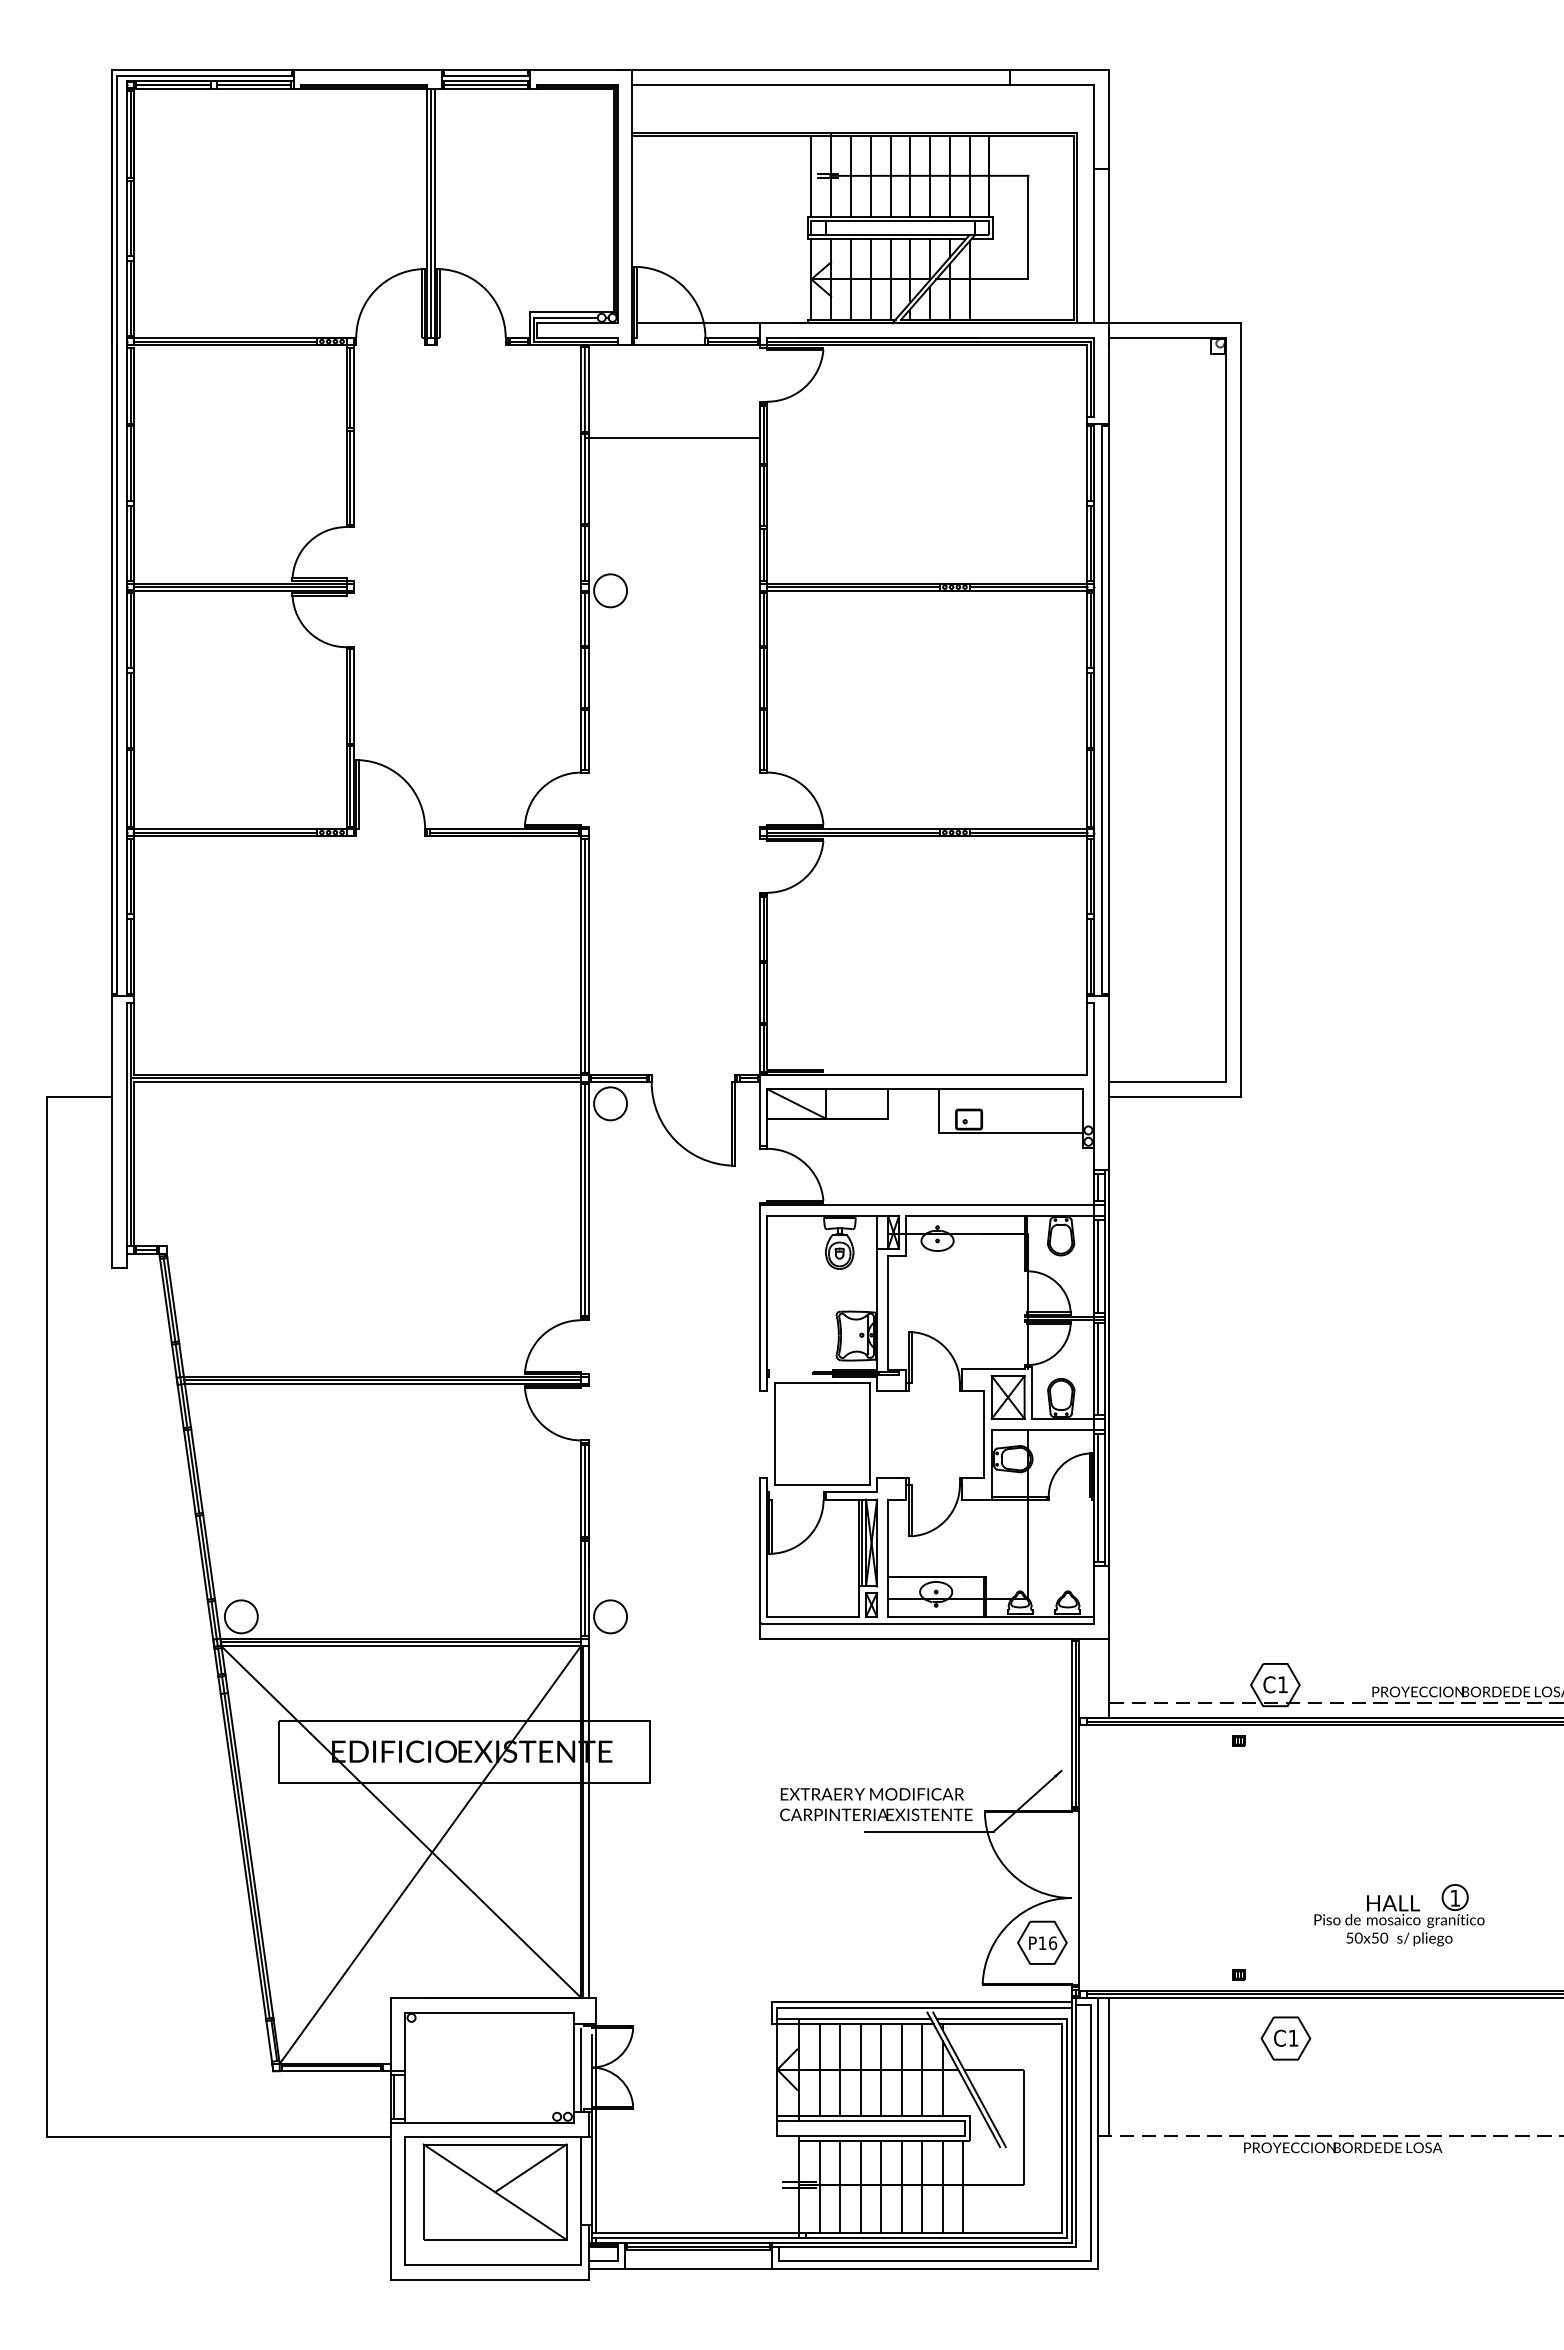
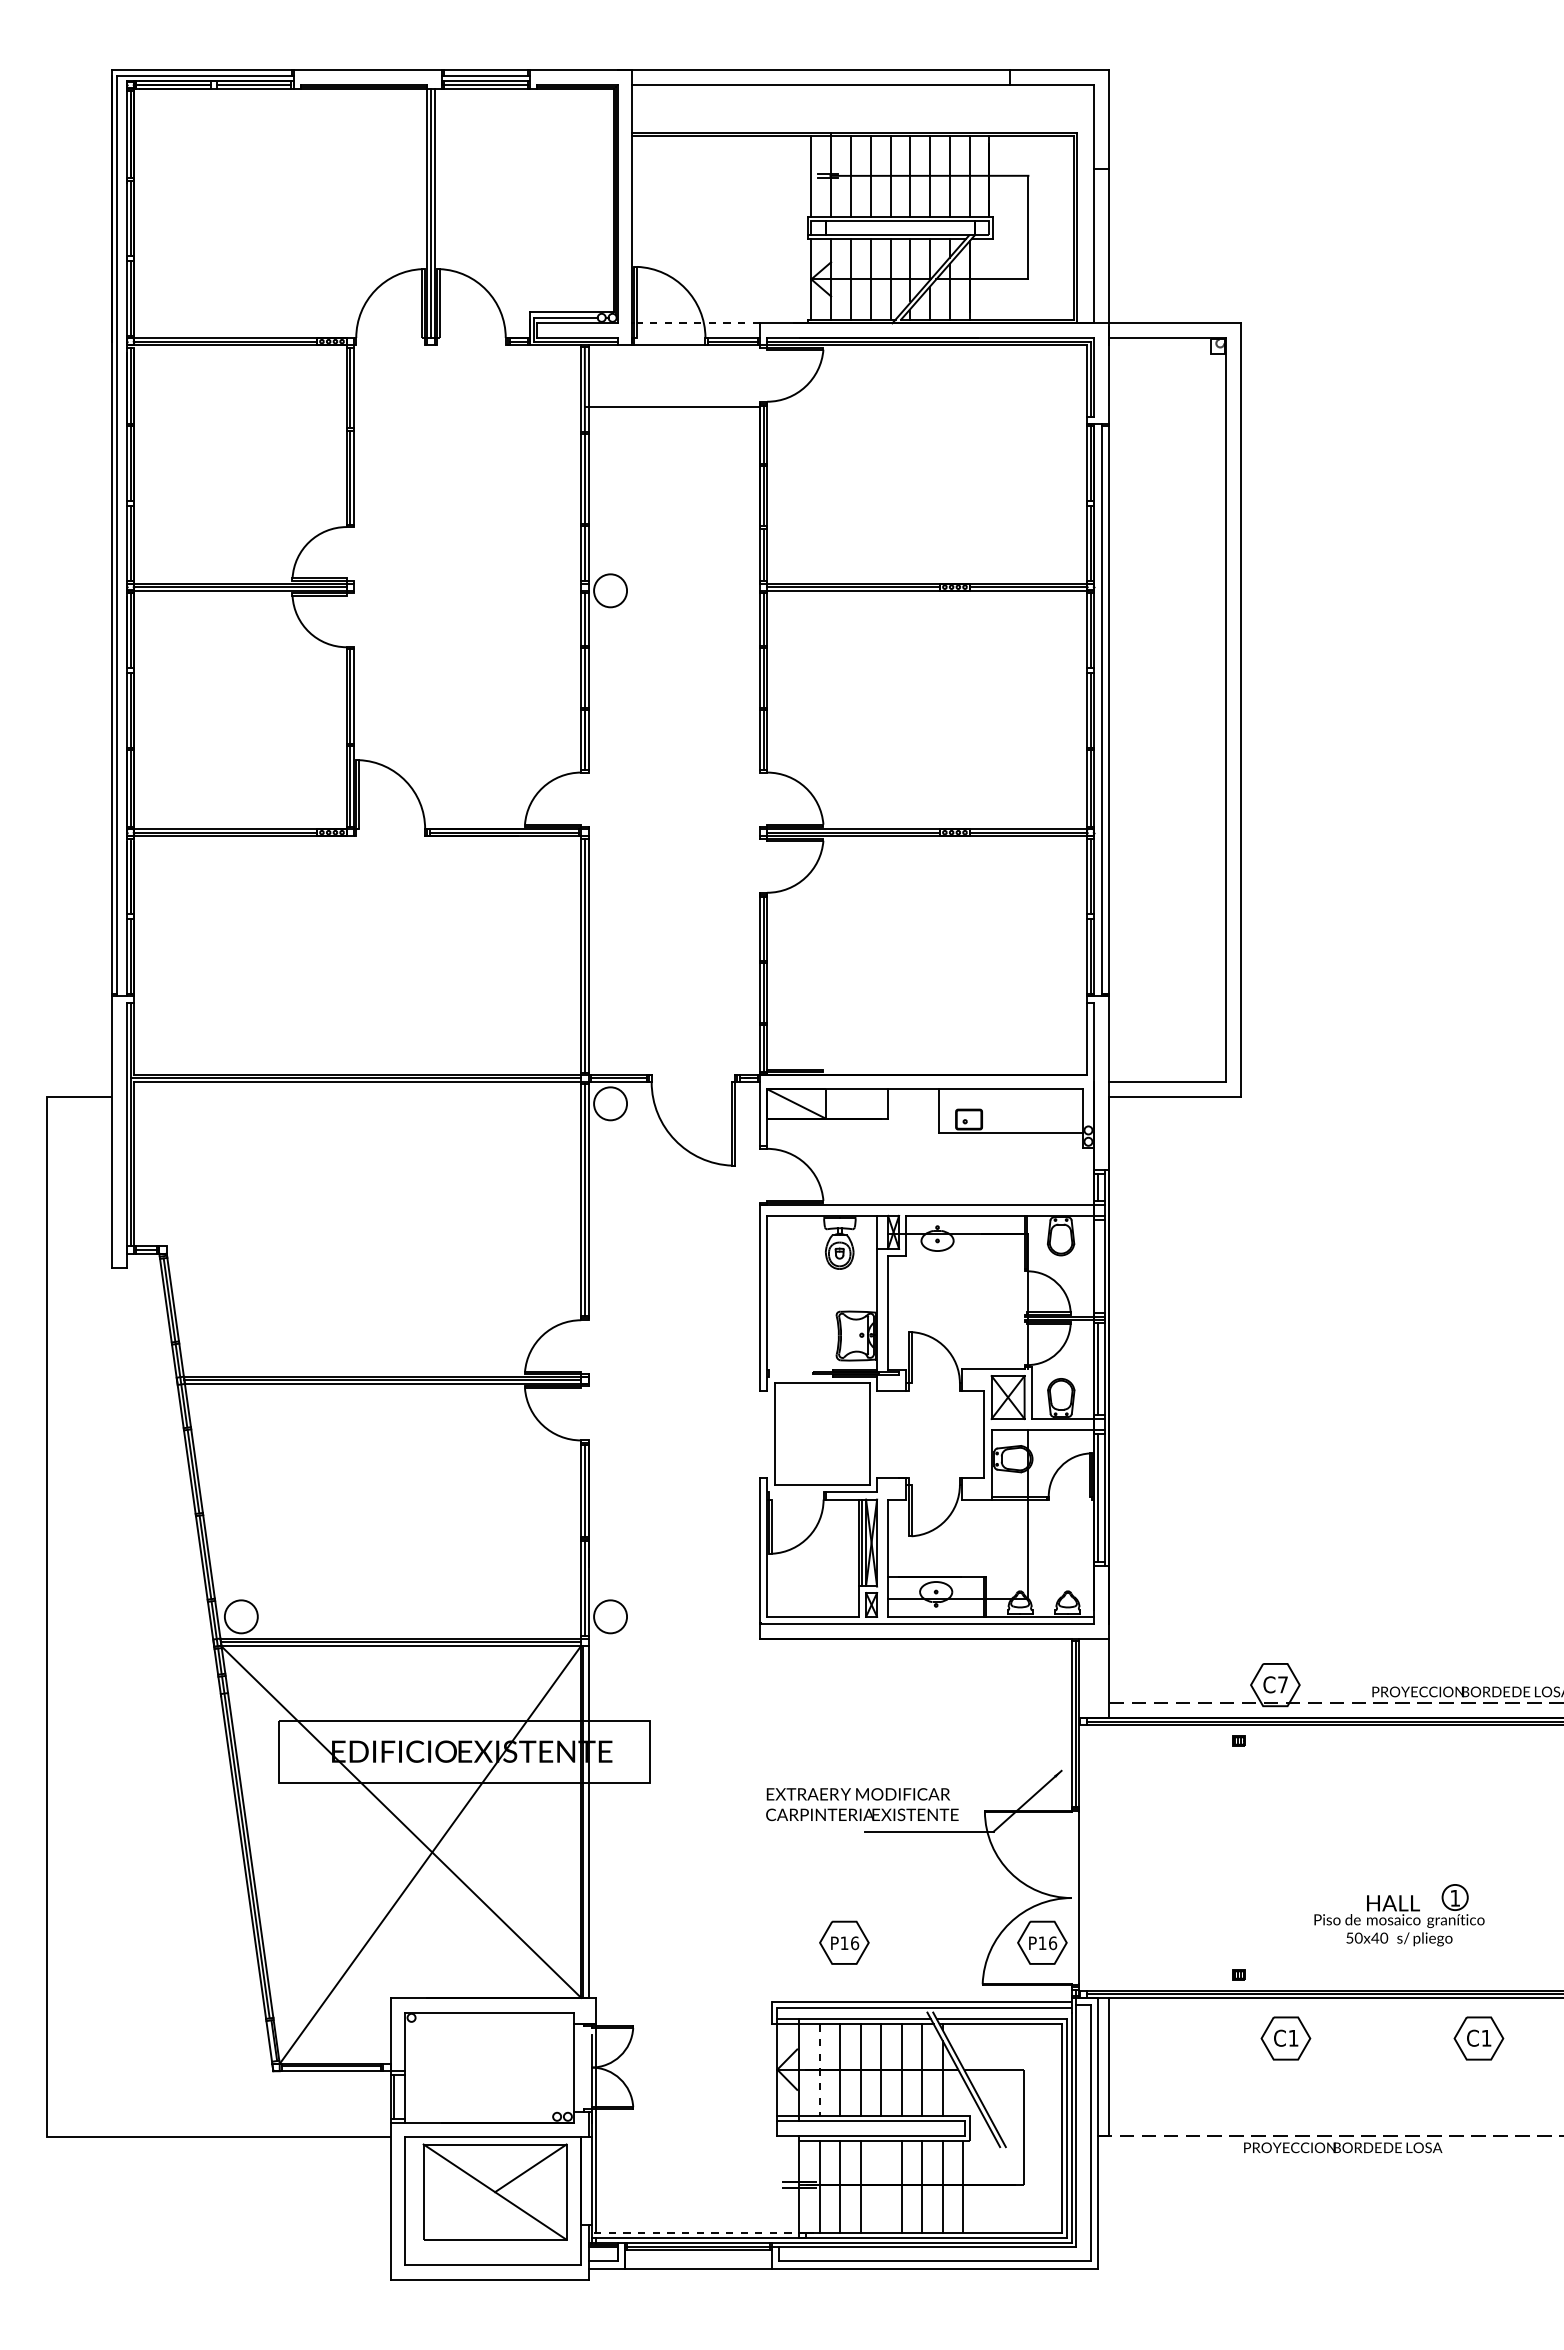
line at (698, 323): solid -> dashed
line at (671, 438) position: (671, 438) -> (671, 407)
line at (1097, 1266): present -> none
text at (1282, 1684): C1 -> C7
text at (876, 1804) position: (876, 1804) -> (862, 1804)
text at (1375, 1937): 50x50 -> 50x40
part at (844, 1942): none -> present
part at (1478, 2038): none -> present
line at (581, 2069): present -> none
line at (819, 2070): solid -> dashed
line at (881, 2186): present -> none
line at (698, 2232): solid -> dashed
